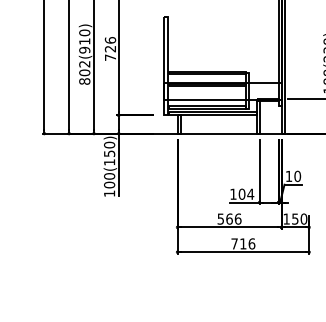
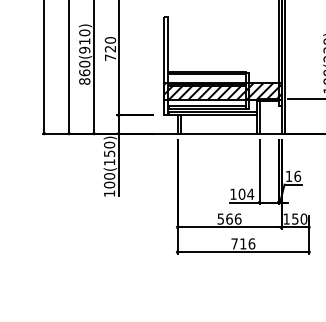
text at (109, 40): 726 -> 720
text at (84, 67): 802(910) -> 860(910)
hatch at (222, 91): none -> present
text at (297, 175): 10 -> 16
